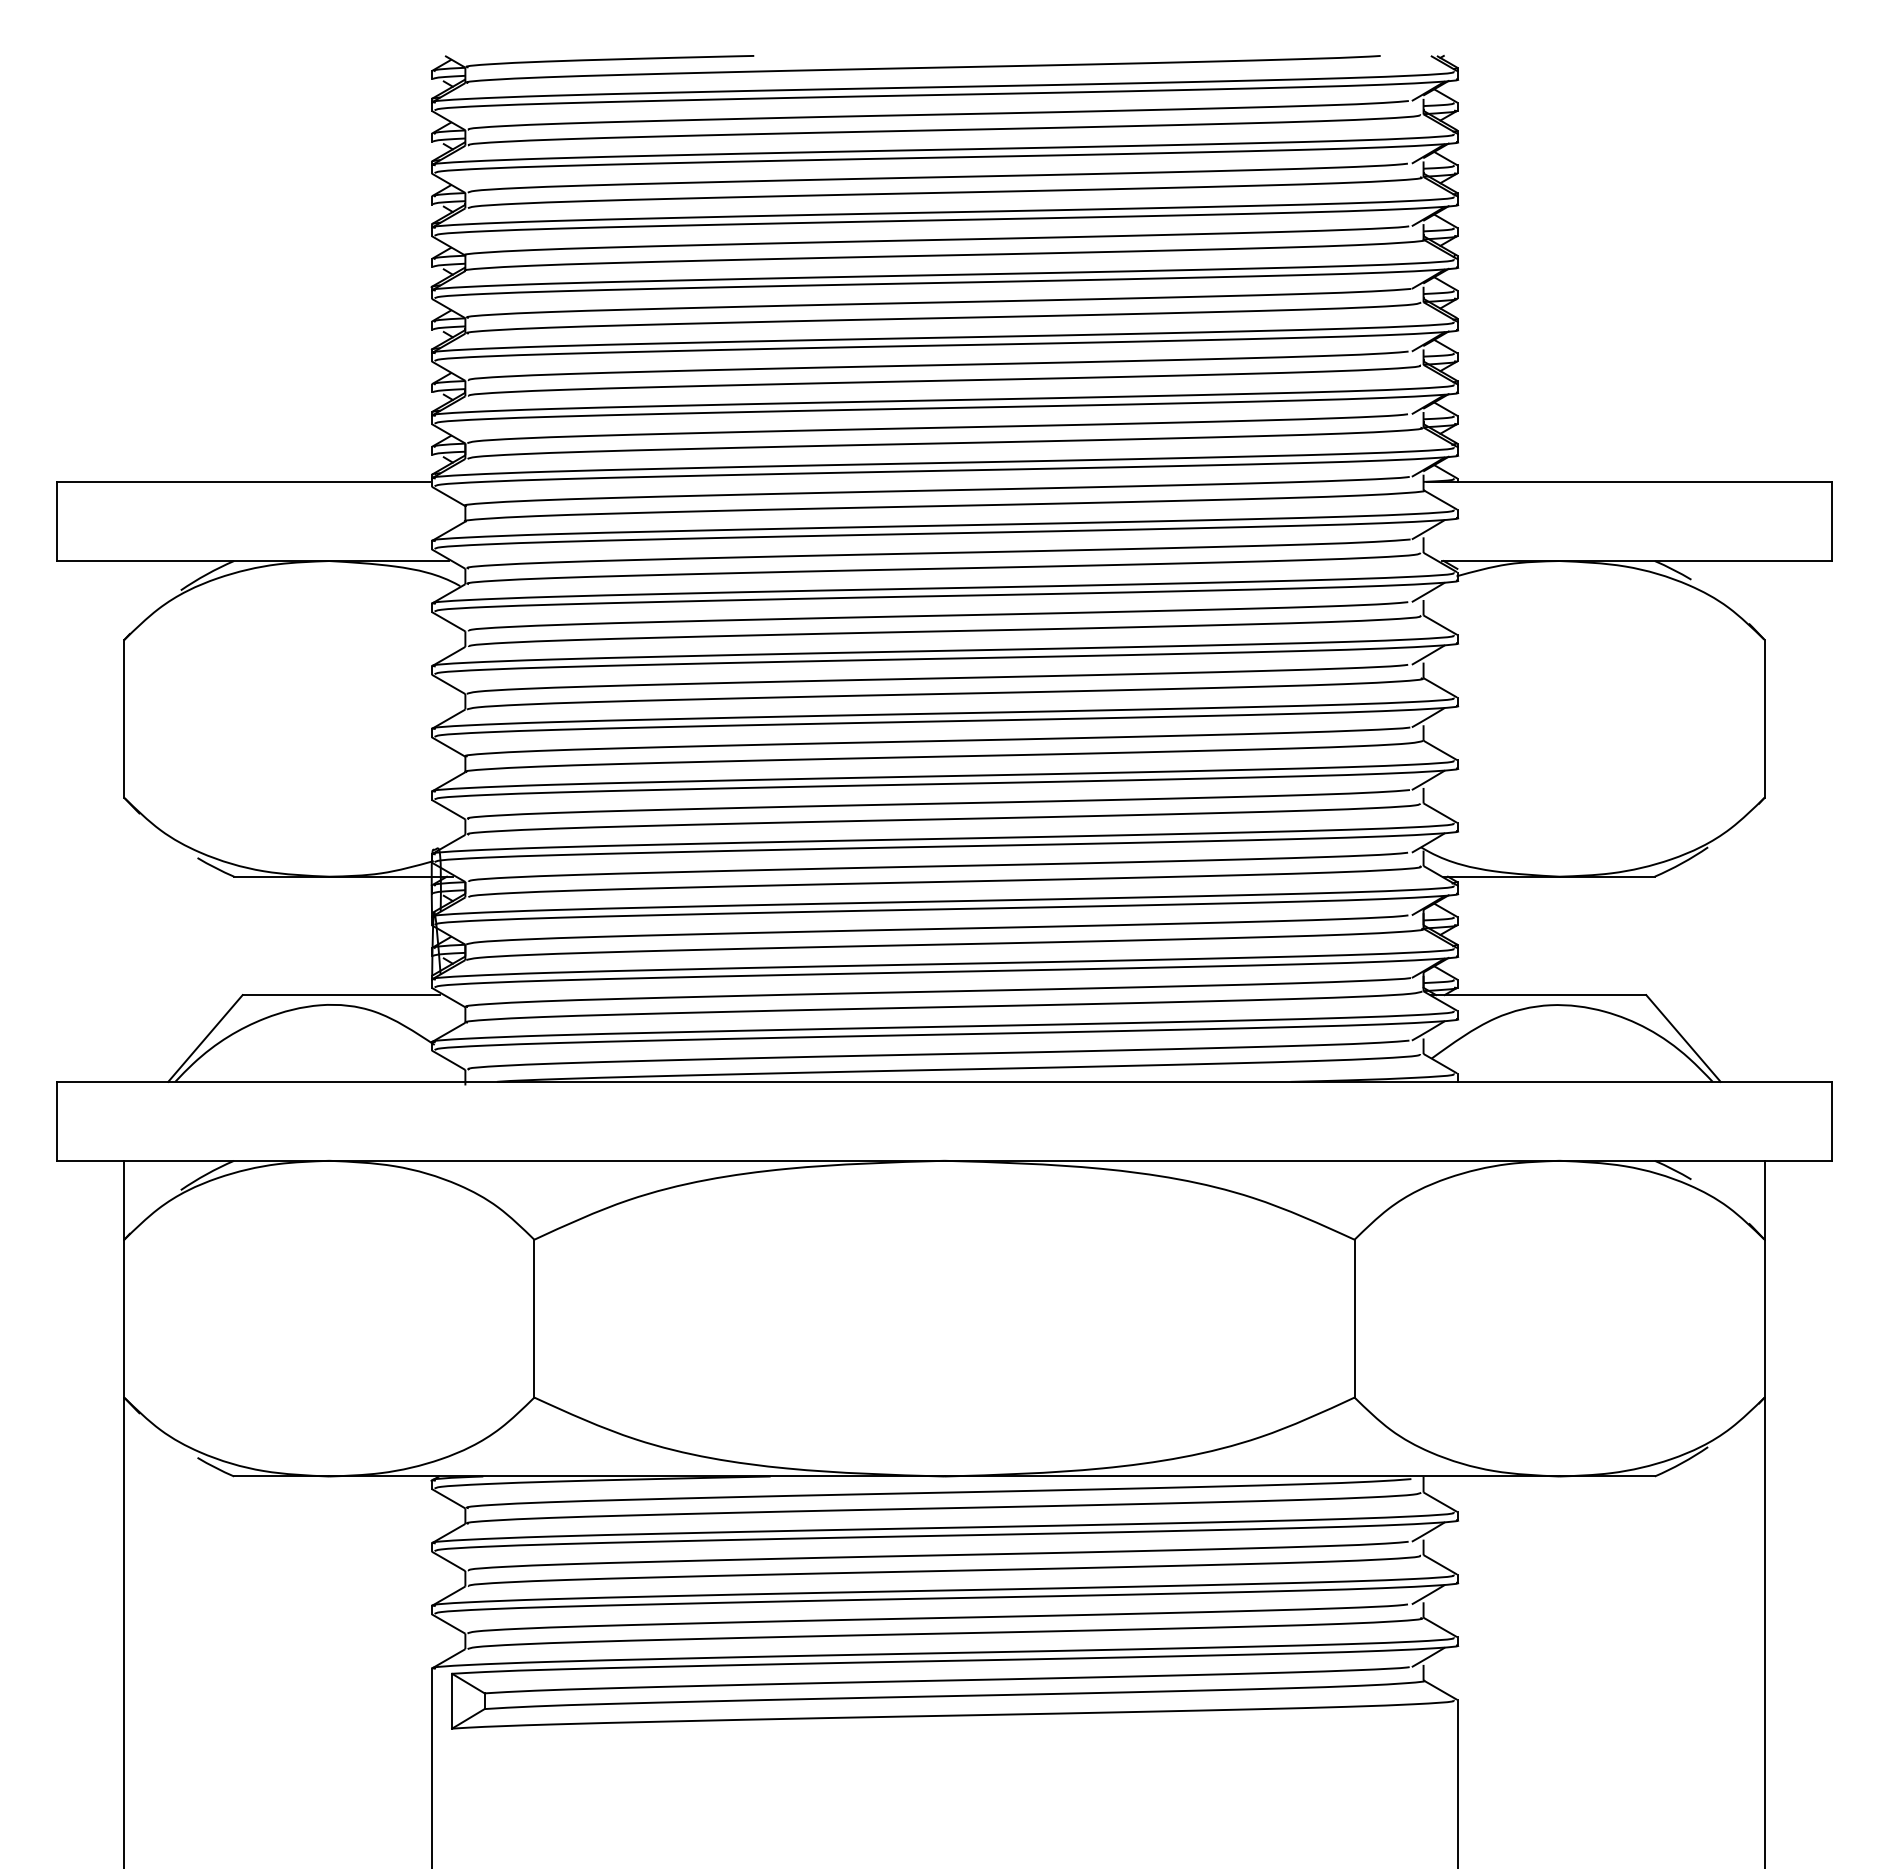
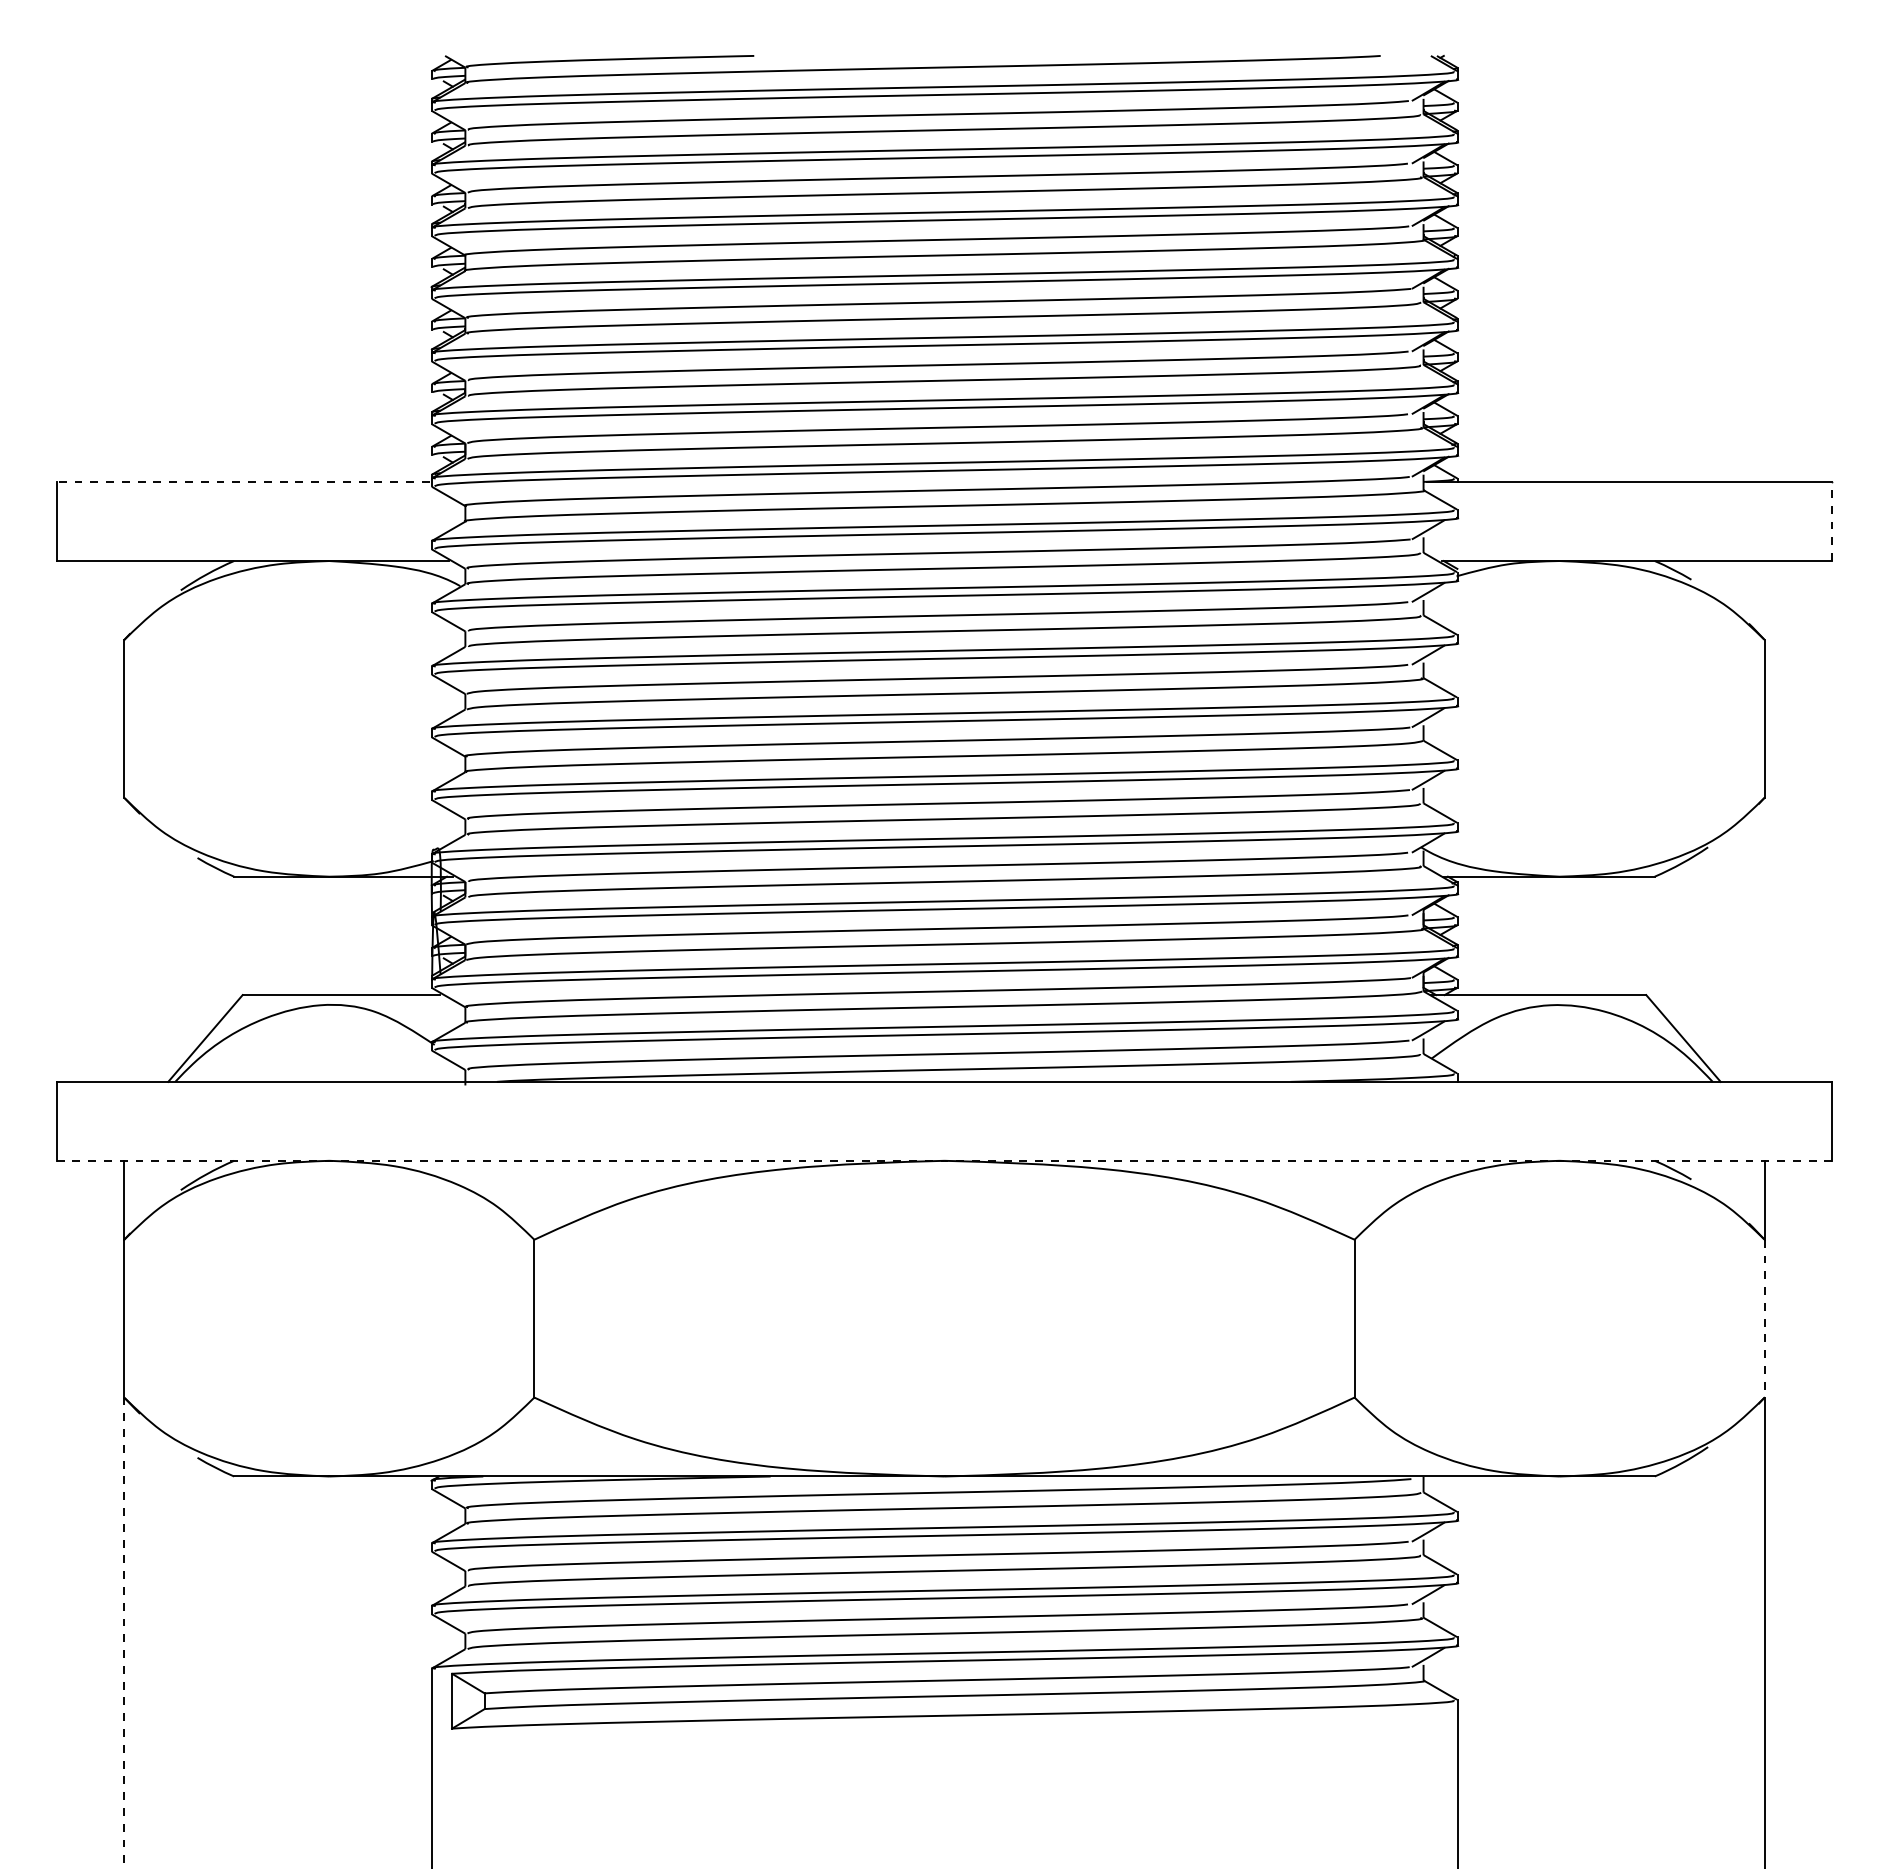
line at (242, 482): solid -> dashed
line at (1832, 521): solid -> dashed
line at (944, 1160): solid -> dashed
line at (1764, 1318): solid -> dashed
line at (124, 1633): solid -> dashed
